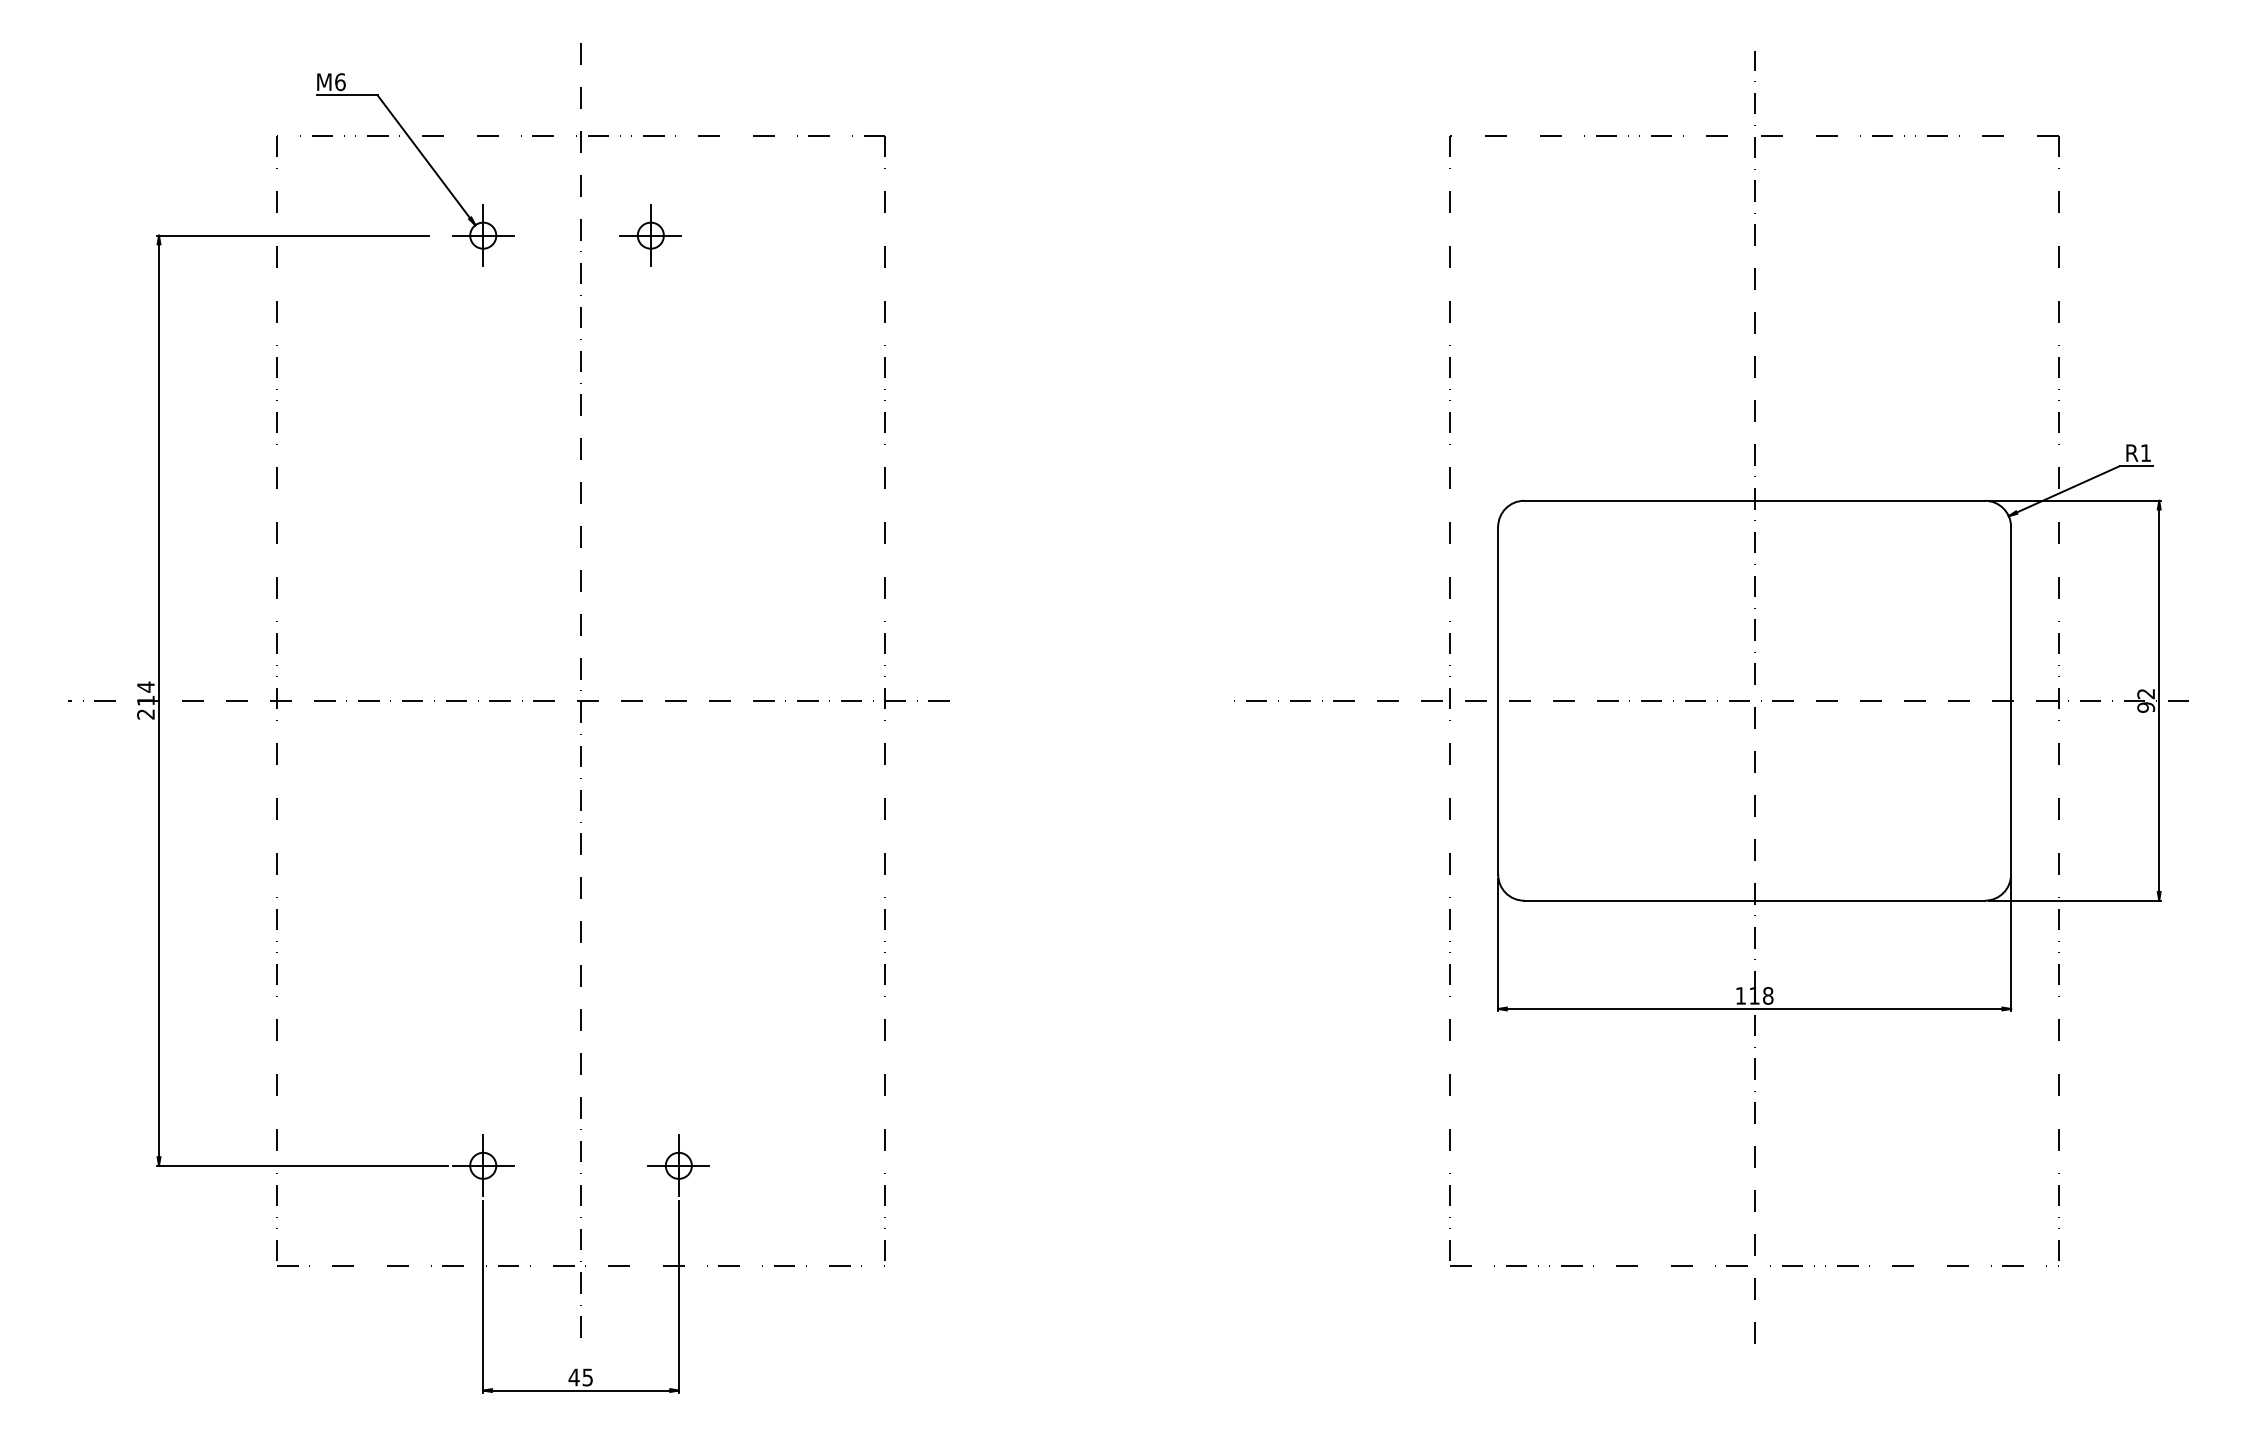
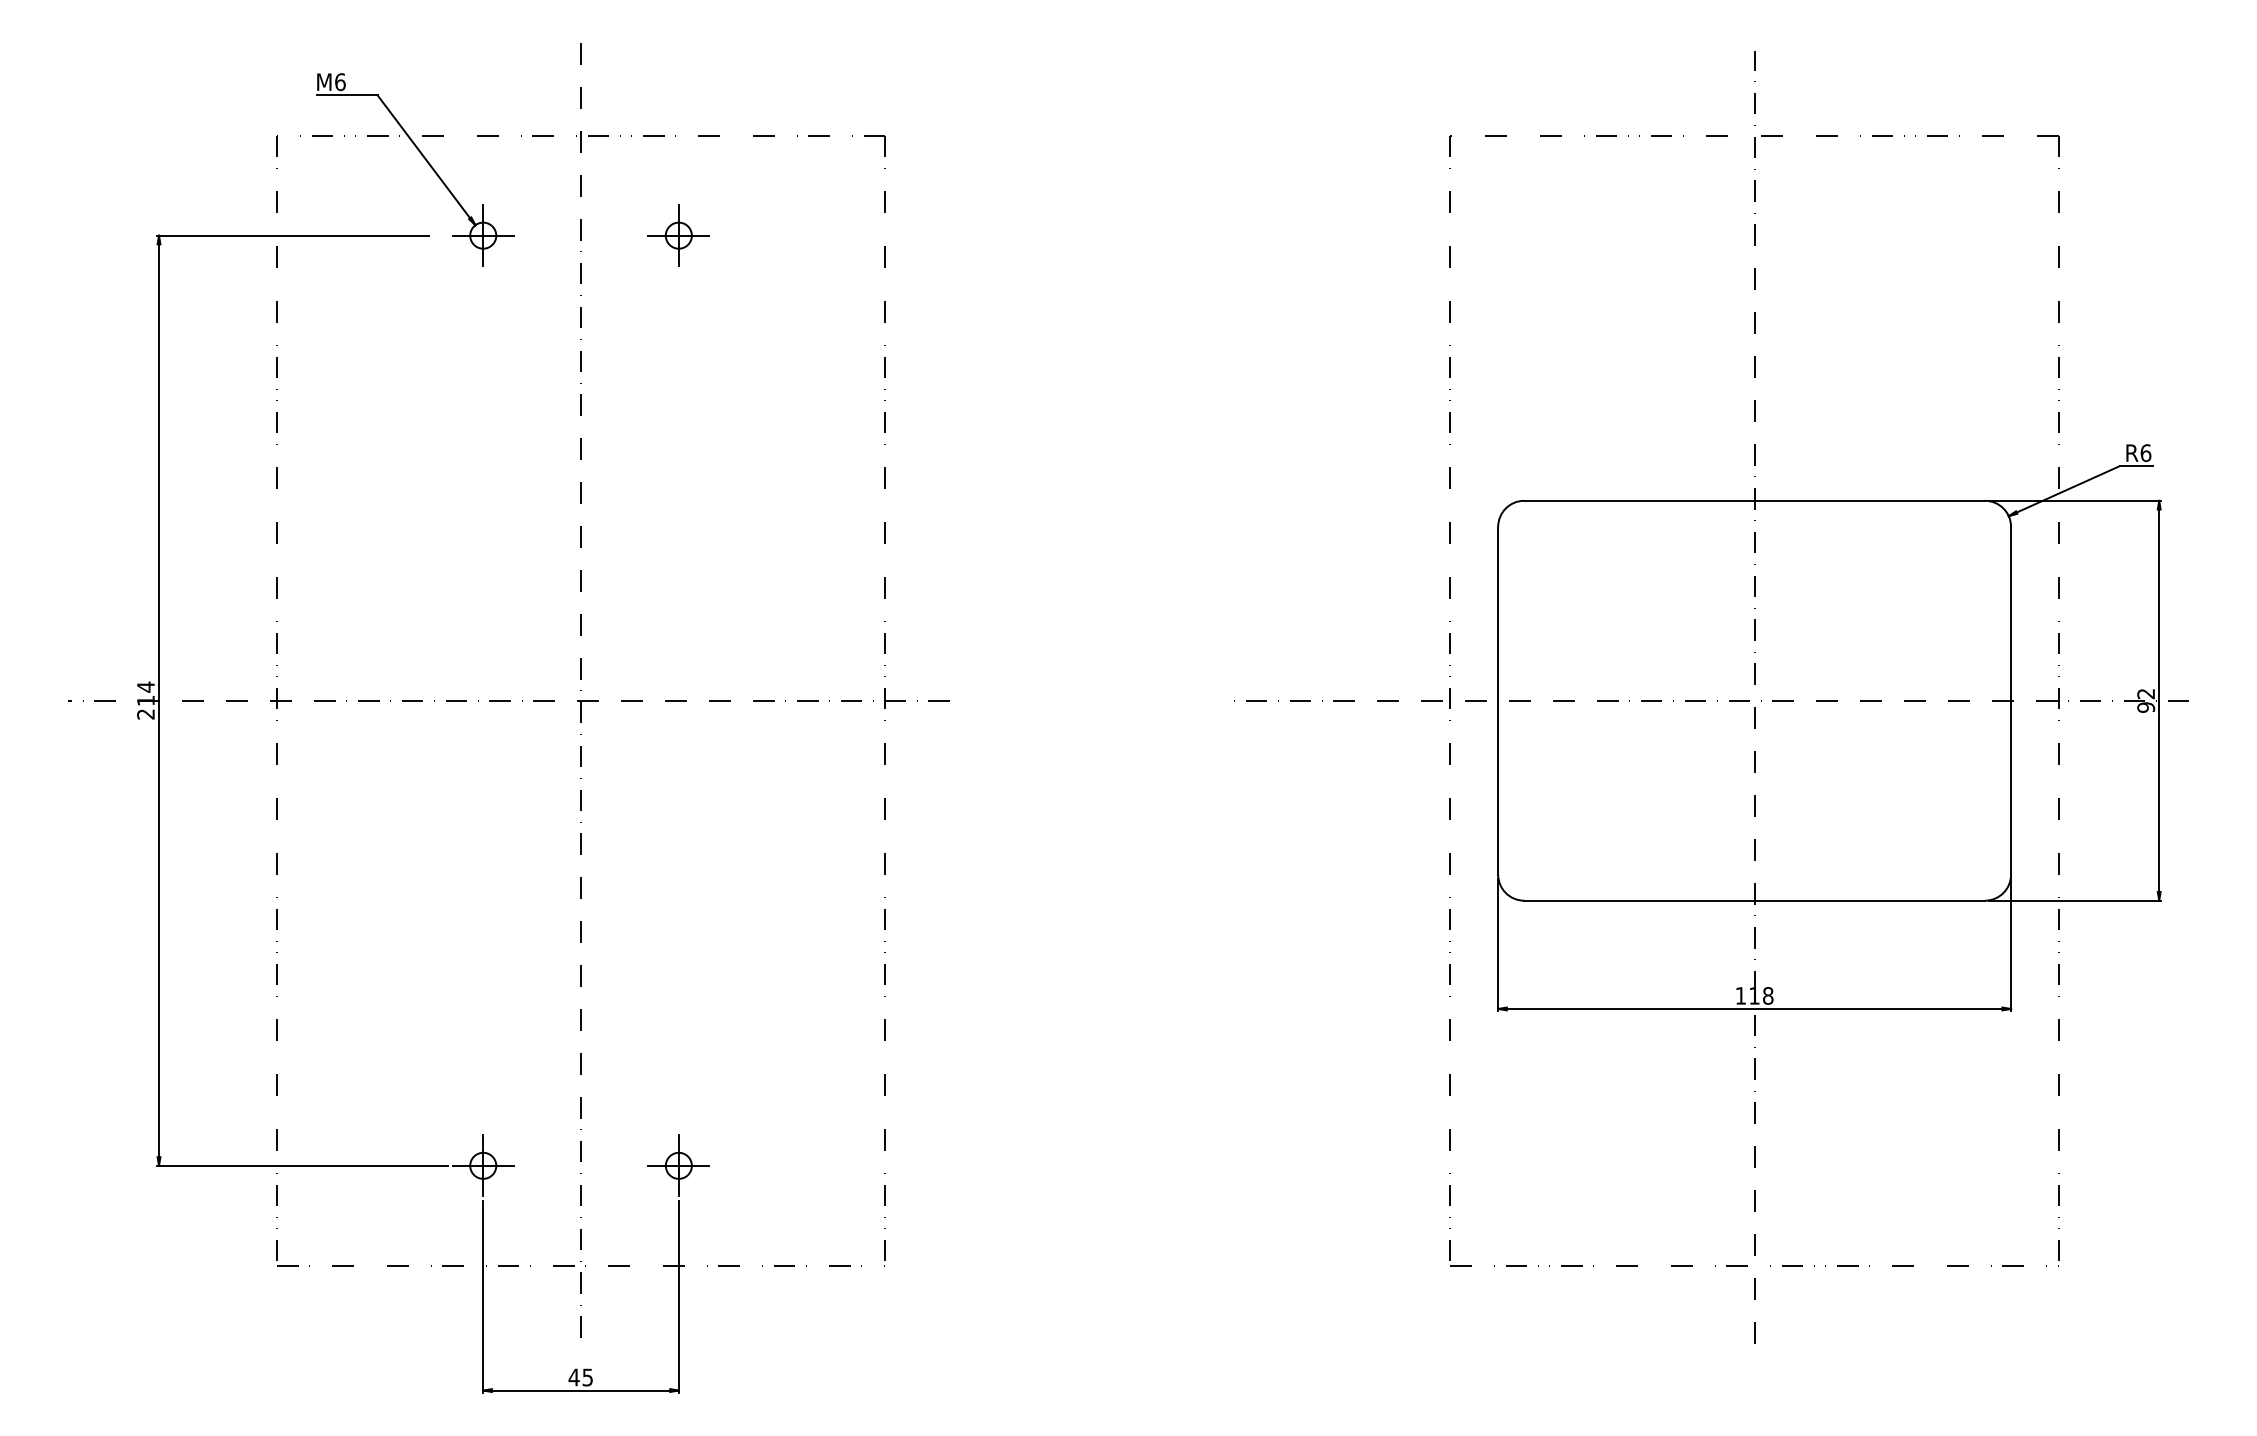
part at (650, 235) position: (650, 235) -> (678, 235)
text at (2145, 453): R1 -> R6
